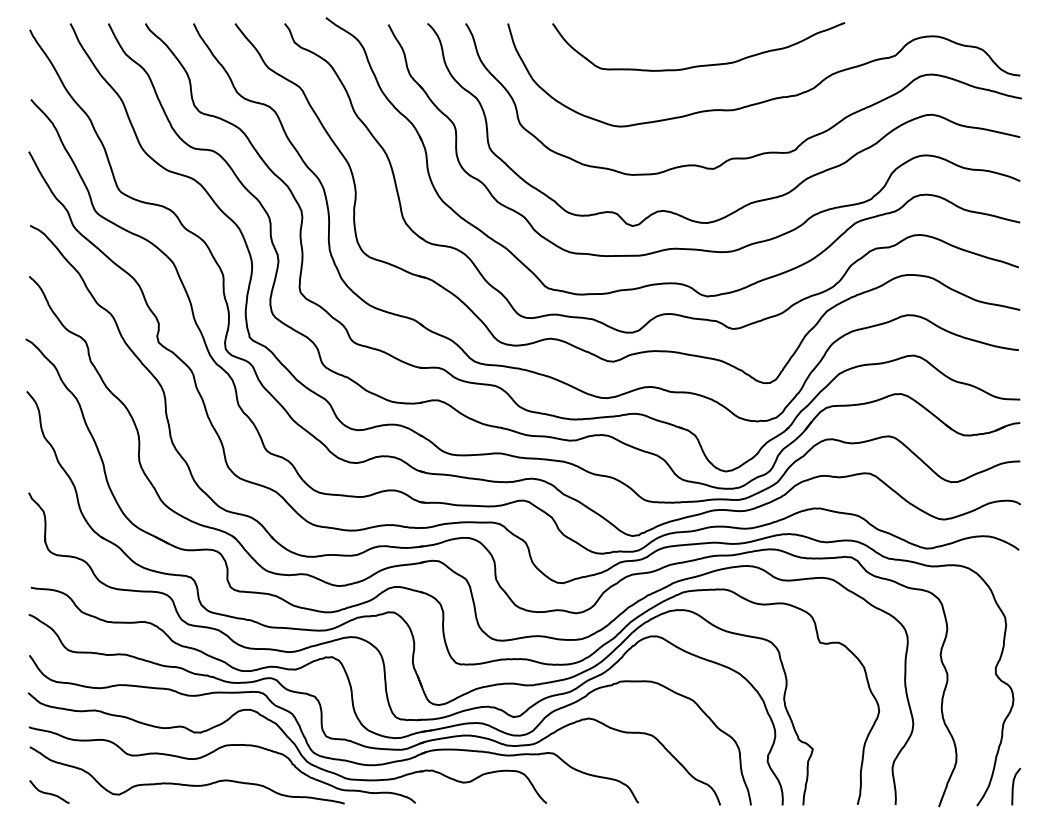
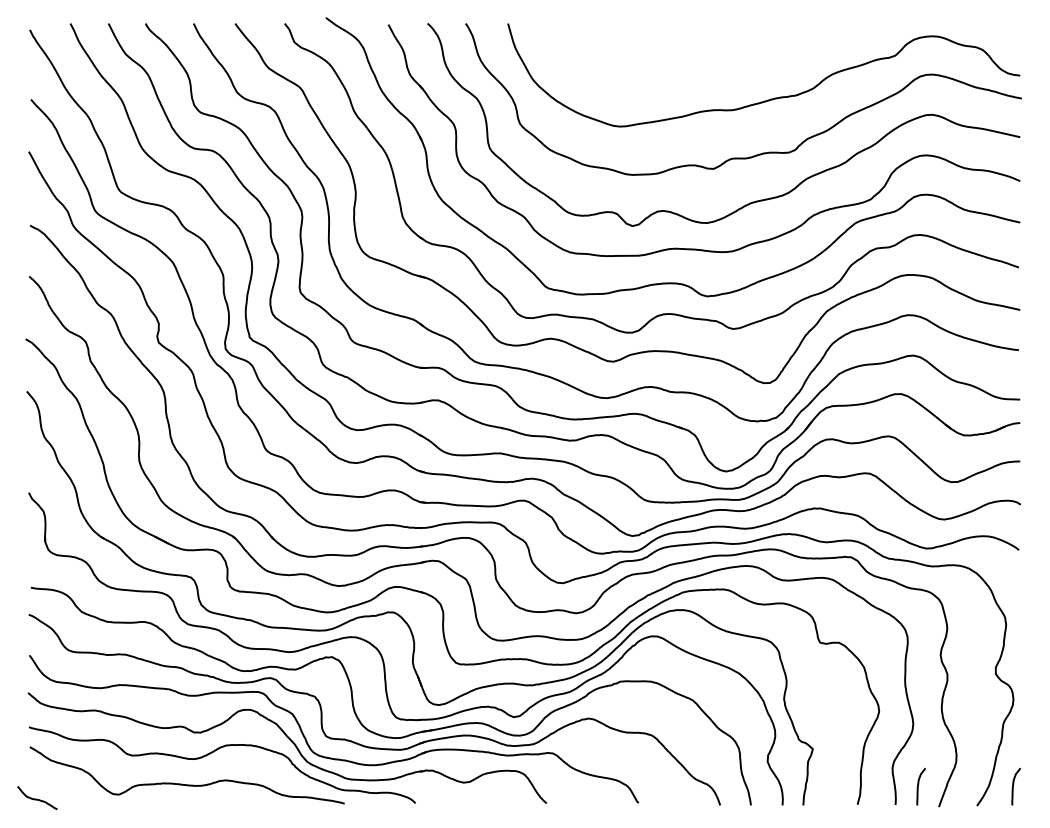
curve at (704, 64): present -> none
curve at (918, 786): none -> present
curve at (49, 792) position: (49, 792) -> (37, 798)
